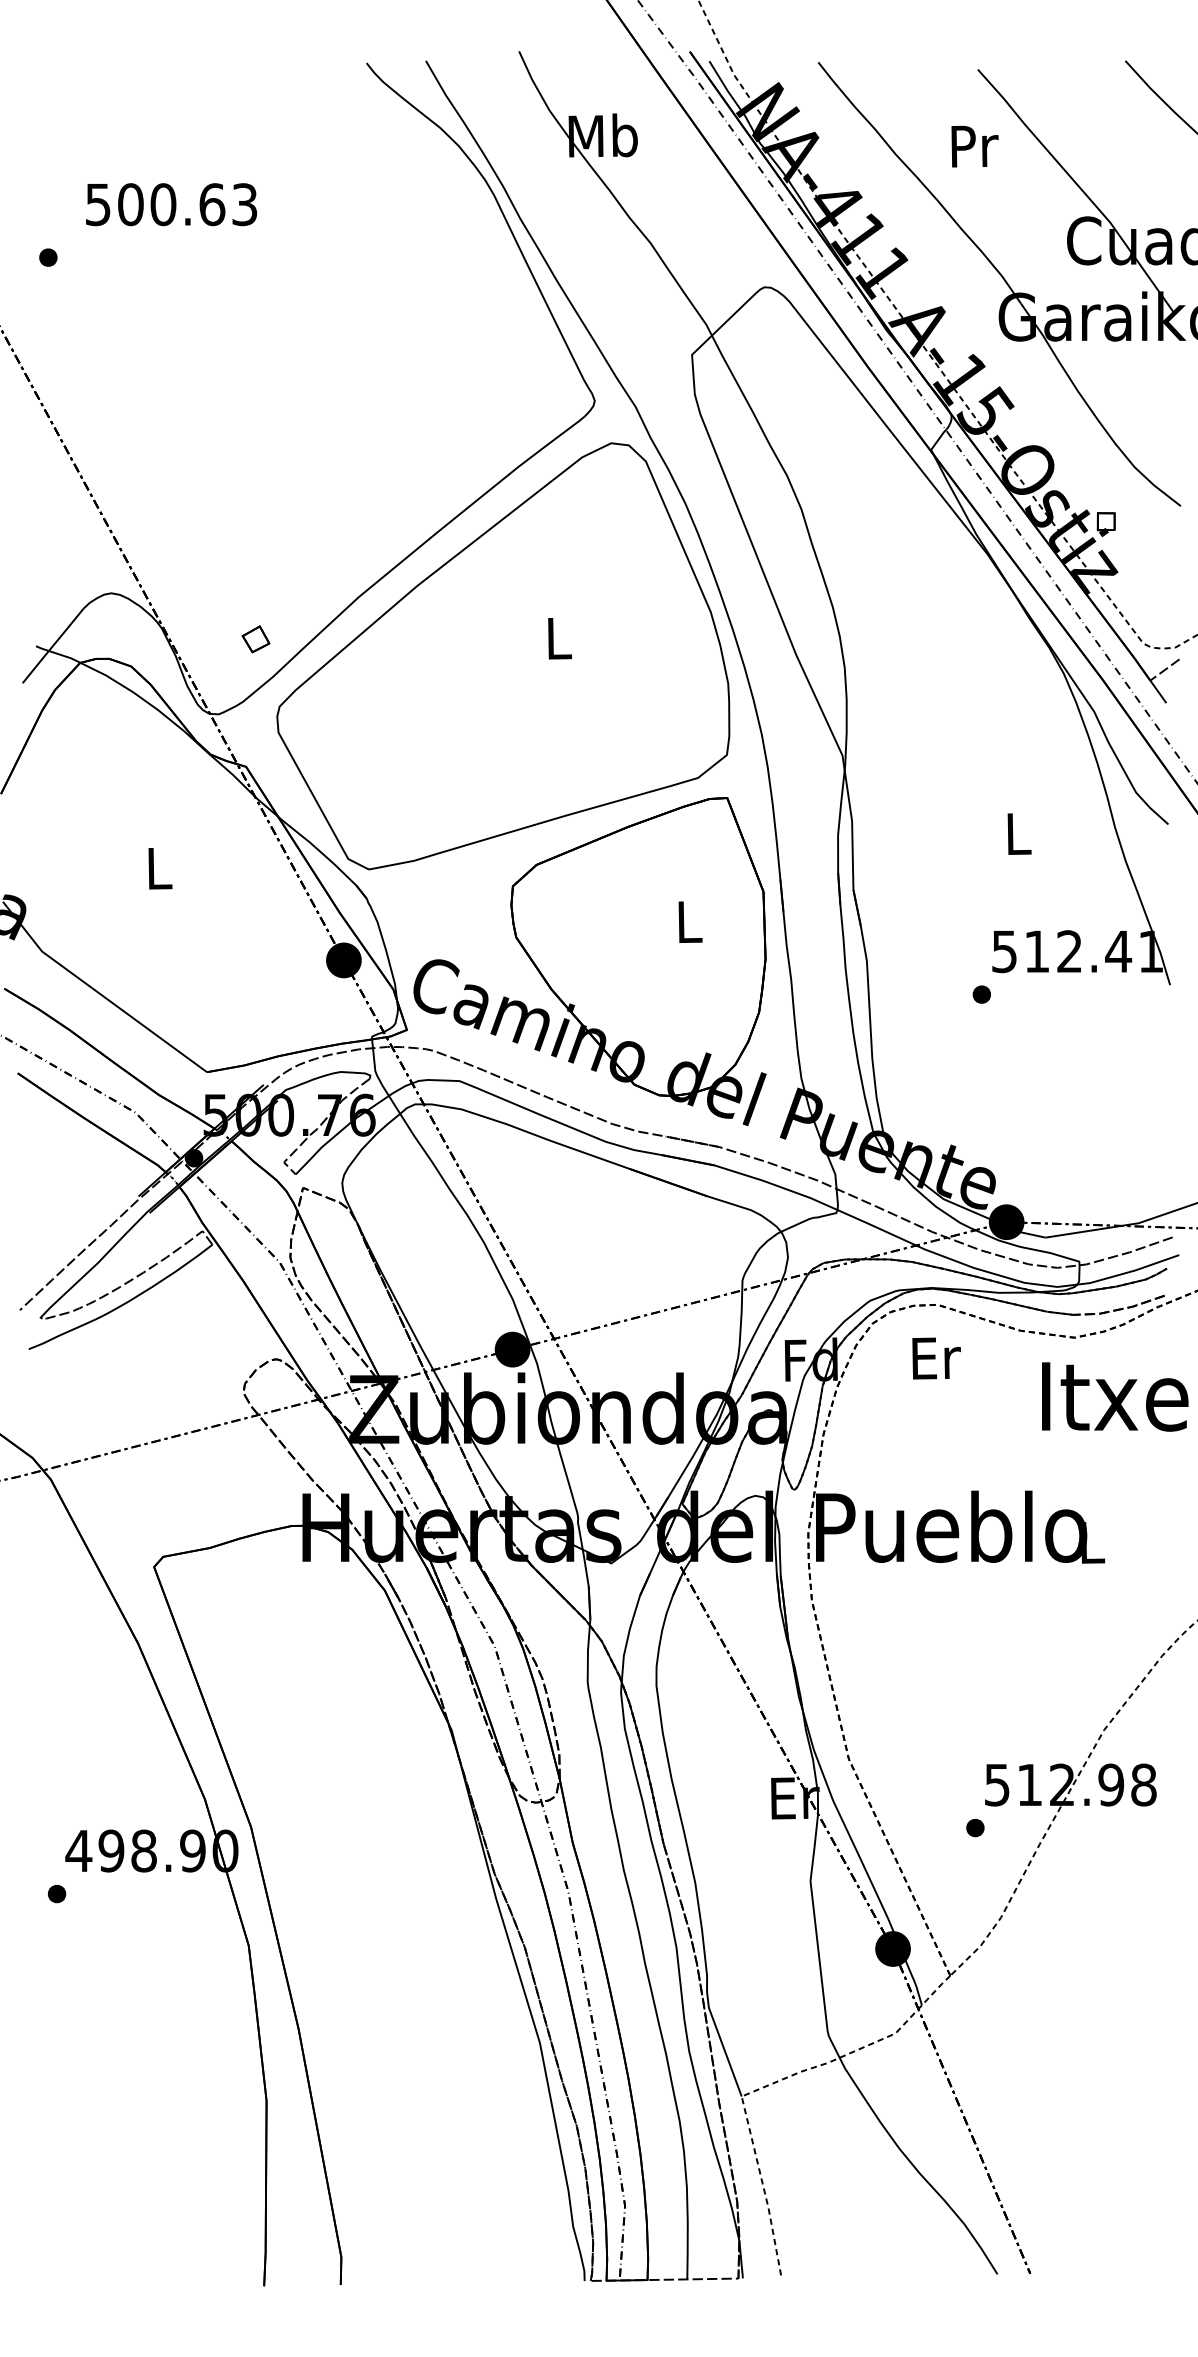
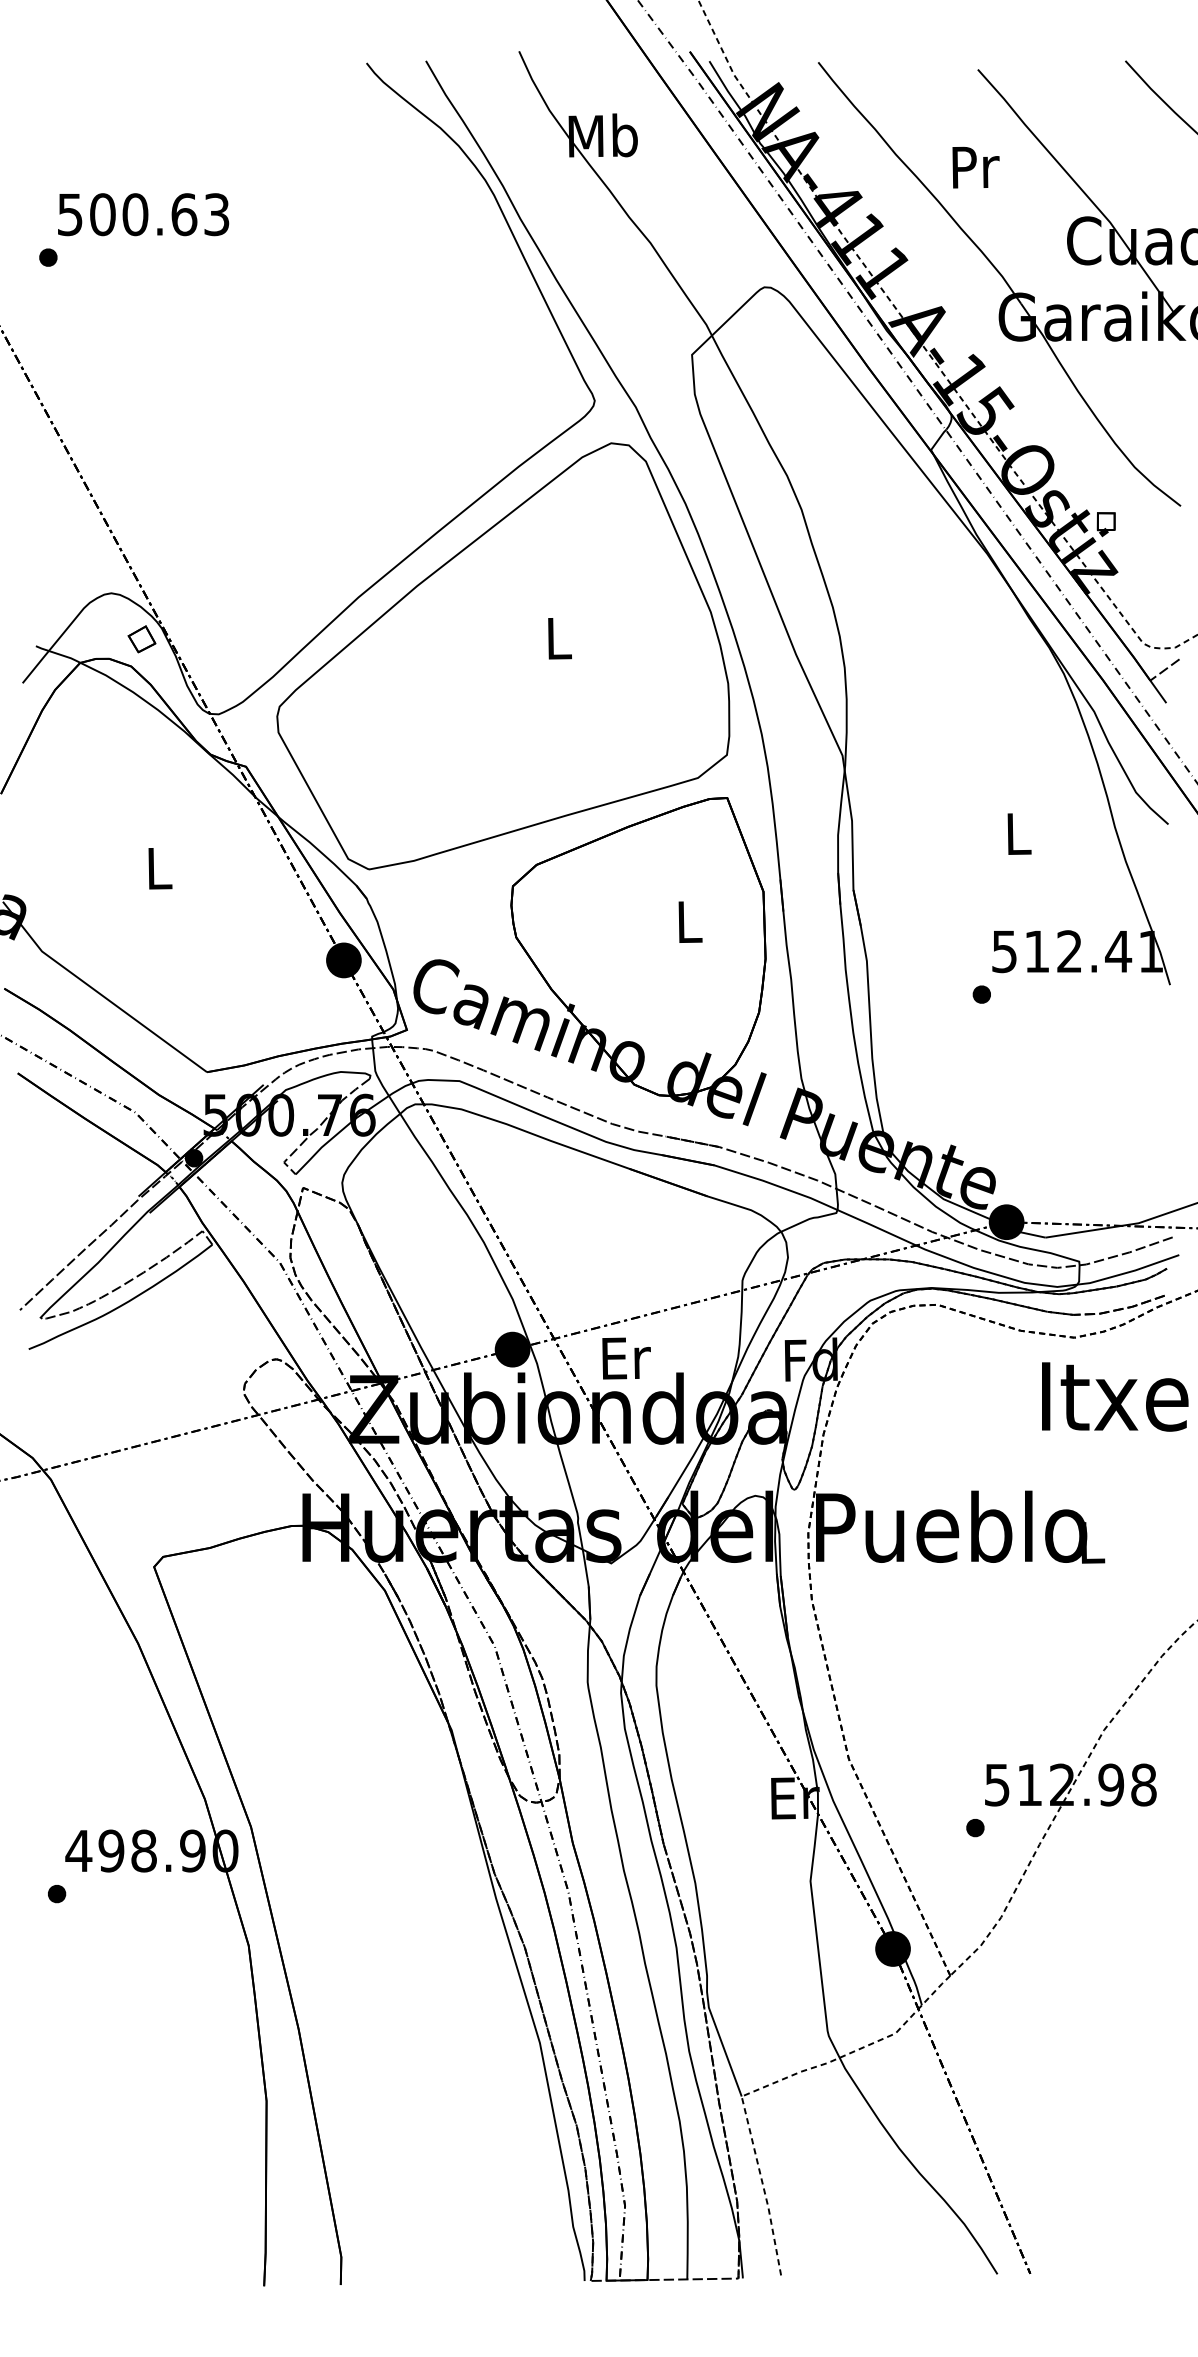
text at (974, 146) position: (974, 146) -> (975, 167)
text at (171, 204) position: (171, 204) -> (143, 214)
part at (255, 639) position: (255, 639) -> (141, 639)
text at (936, 1358) position: (936, 1358) -> (626, 1358)
